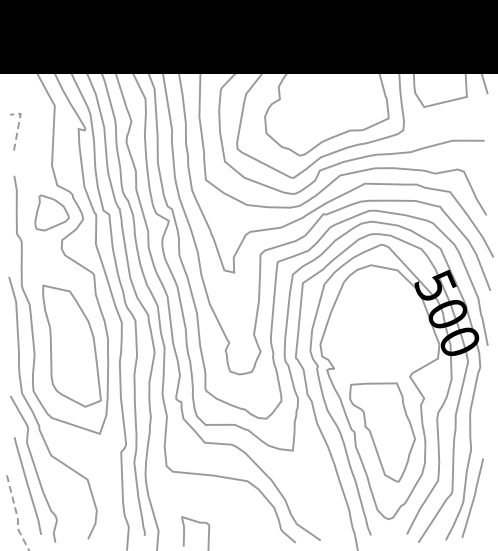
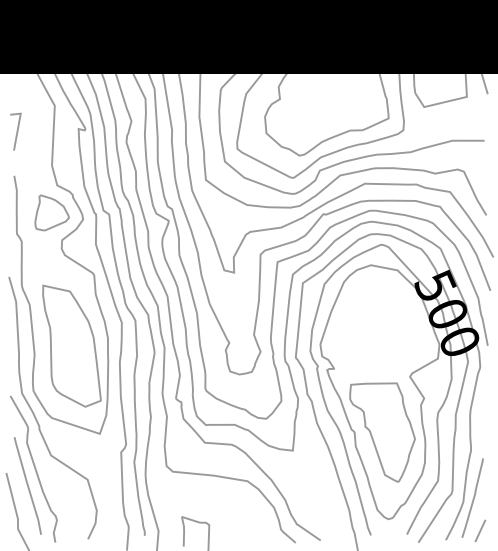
line at (18, 126): dashed -> solid
line at (16, 513): dashed -> solid
line at (479, 530): none -> present
